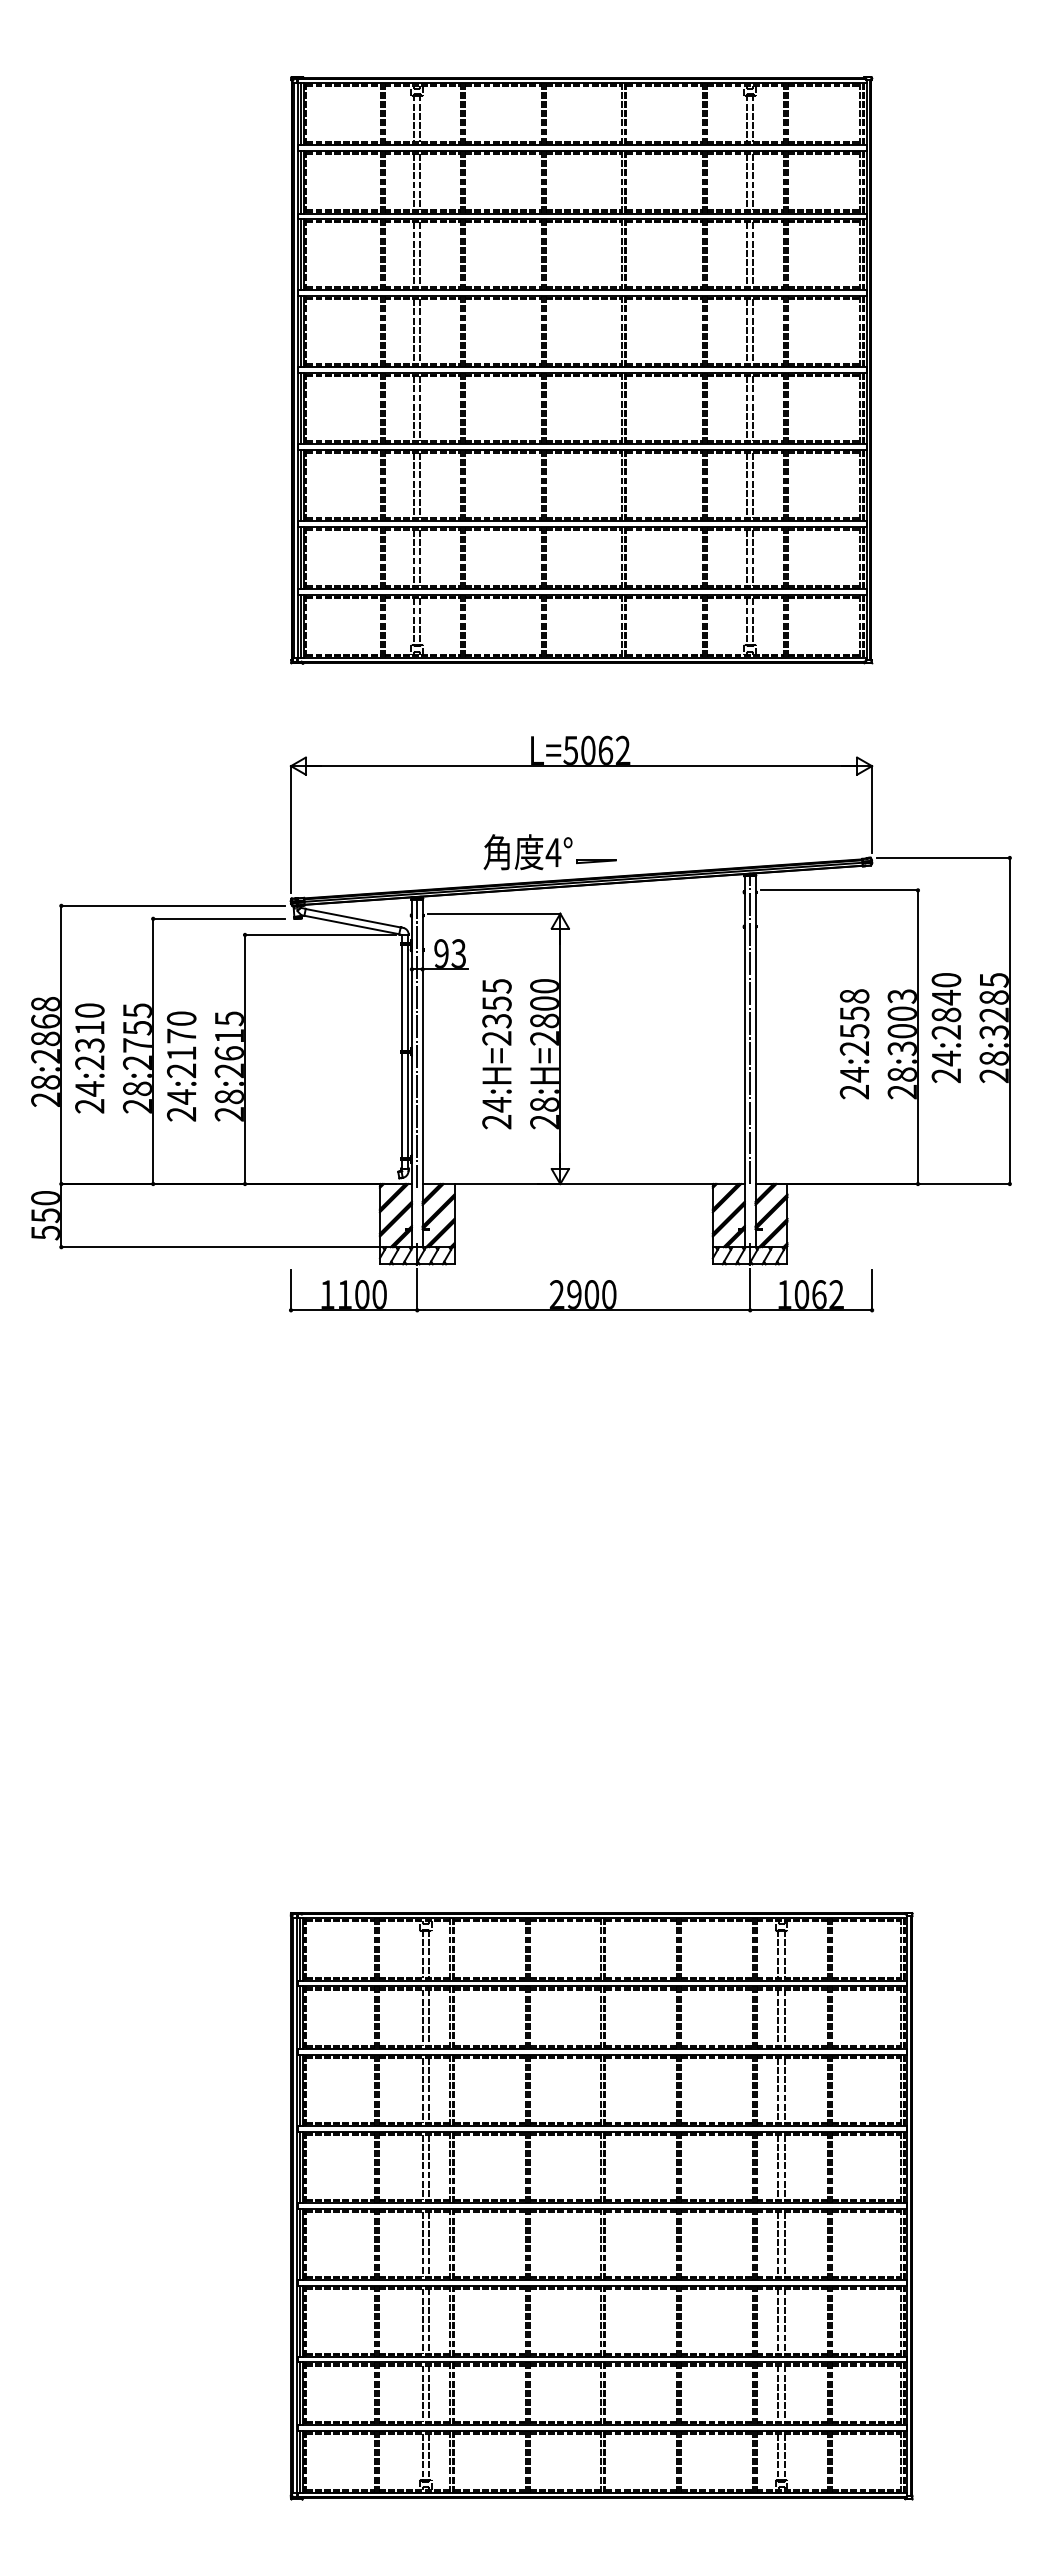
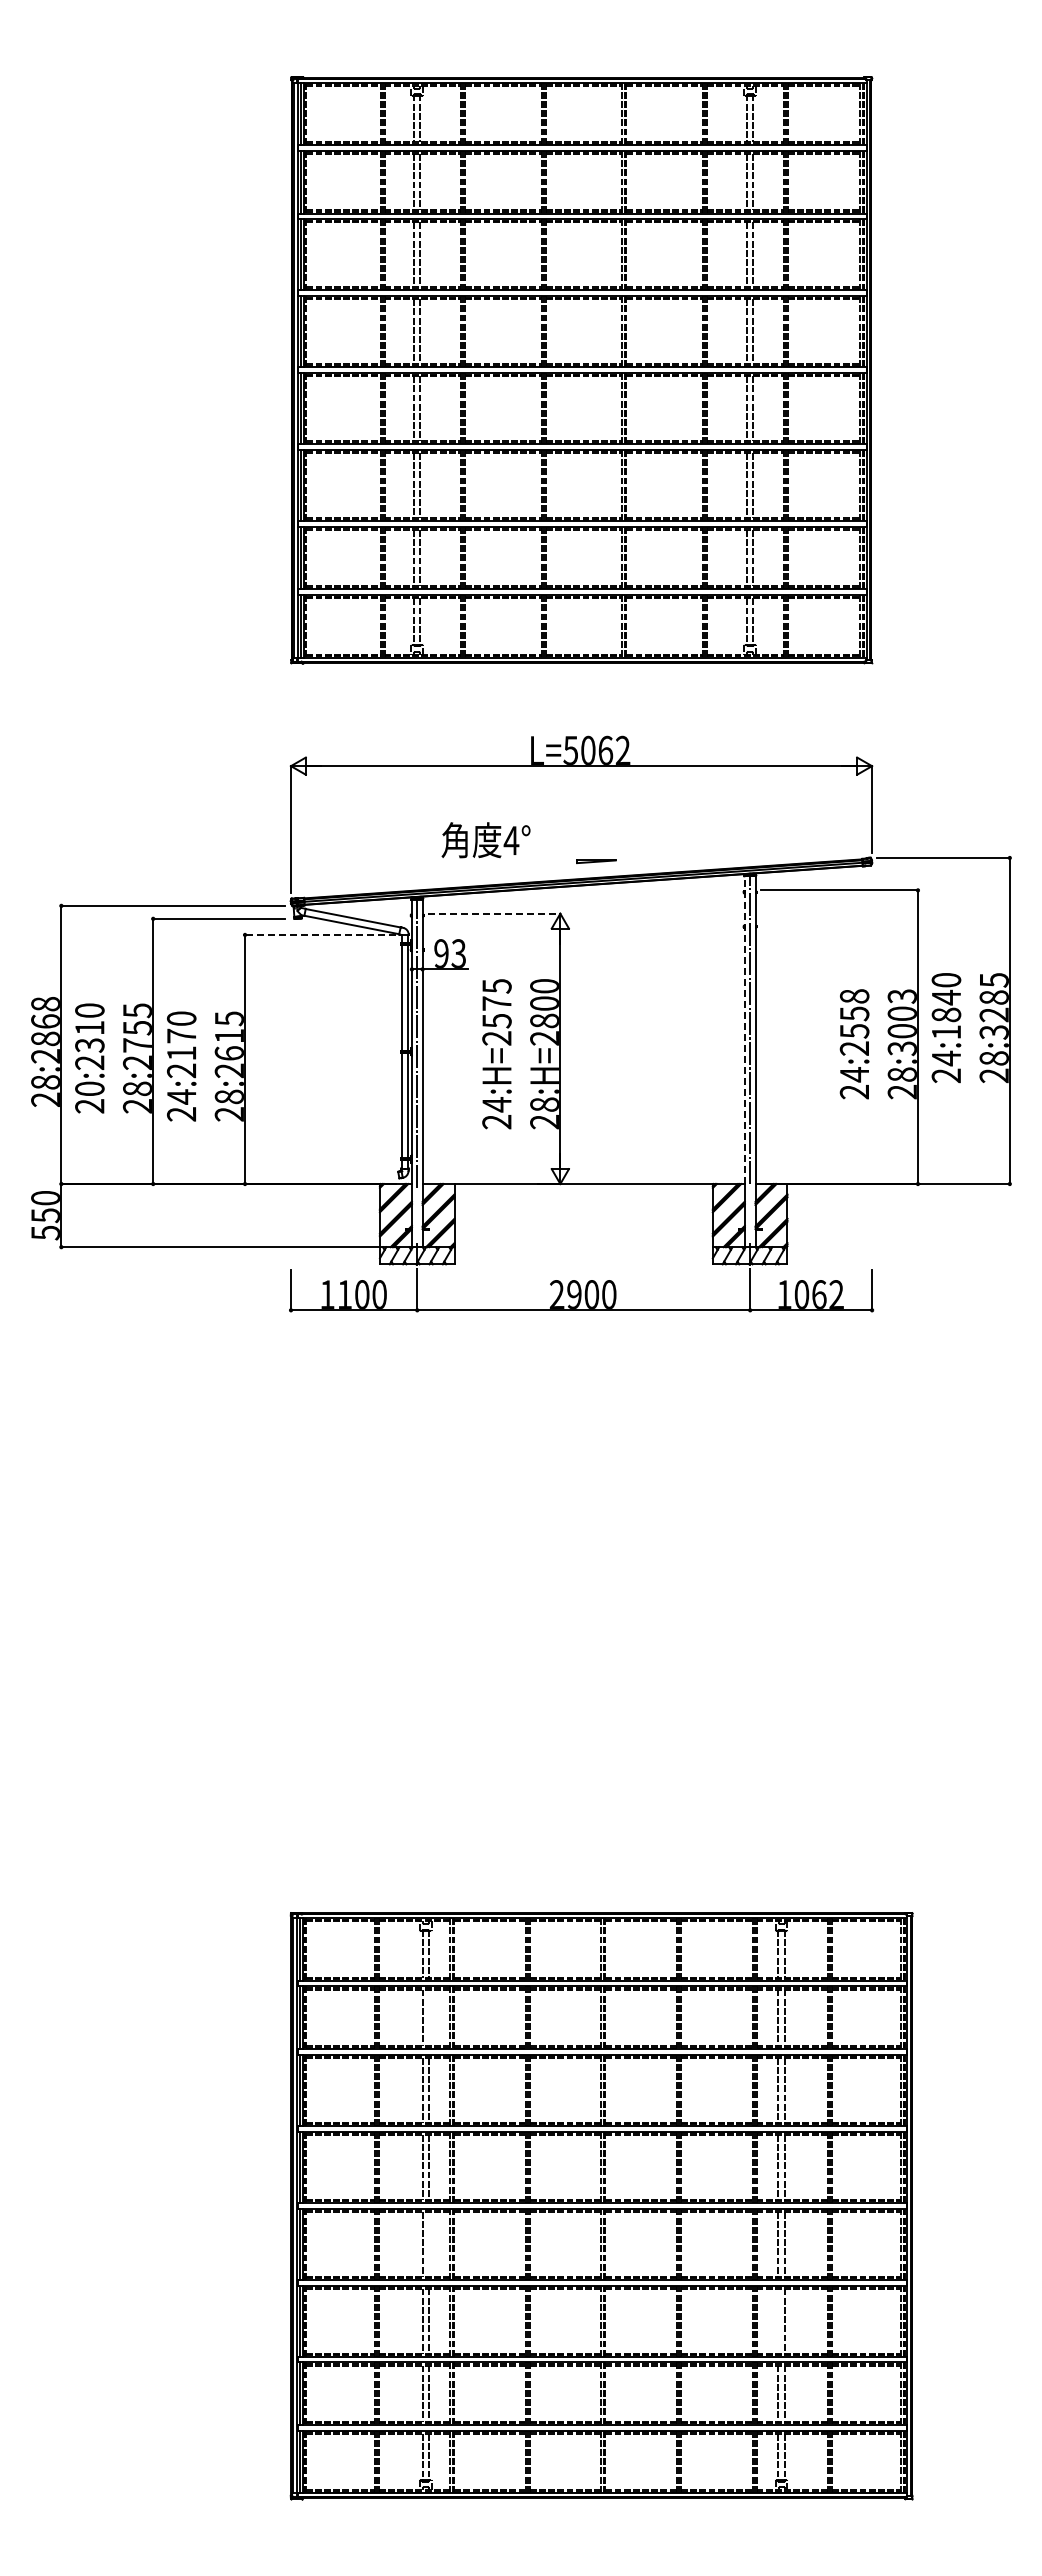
text at (527, 852) position: (527, 852) -> (485, 840)
line at (494, 913): solid -> dashed
line at (319, 934): solid -> dashed
text at (496, 1012): 24:H=2355 -> 24:H=2575
line at (744, 1030): solid -> dashed
text at (945, 1032): 24:2840 -> 24:1840
text at (89, 1088): 24:2310 -> 20:2310
line at (428, 2017): present -> none
line at (428, 2243): present -> none
line at (778, 2320): present -> none
